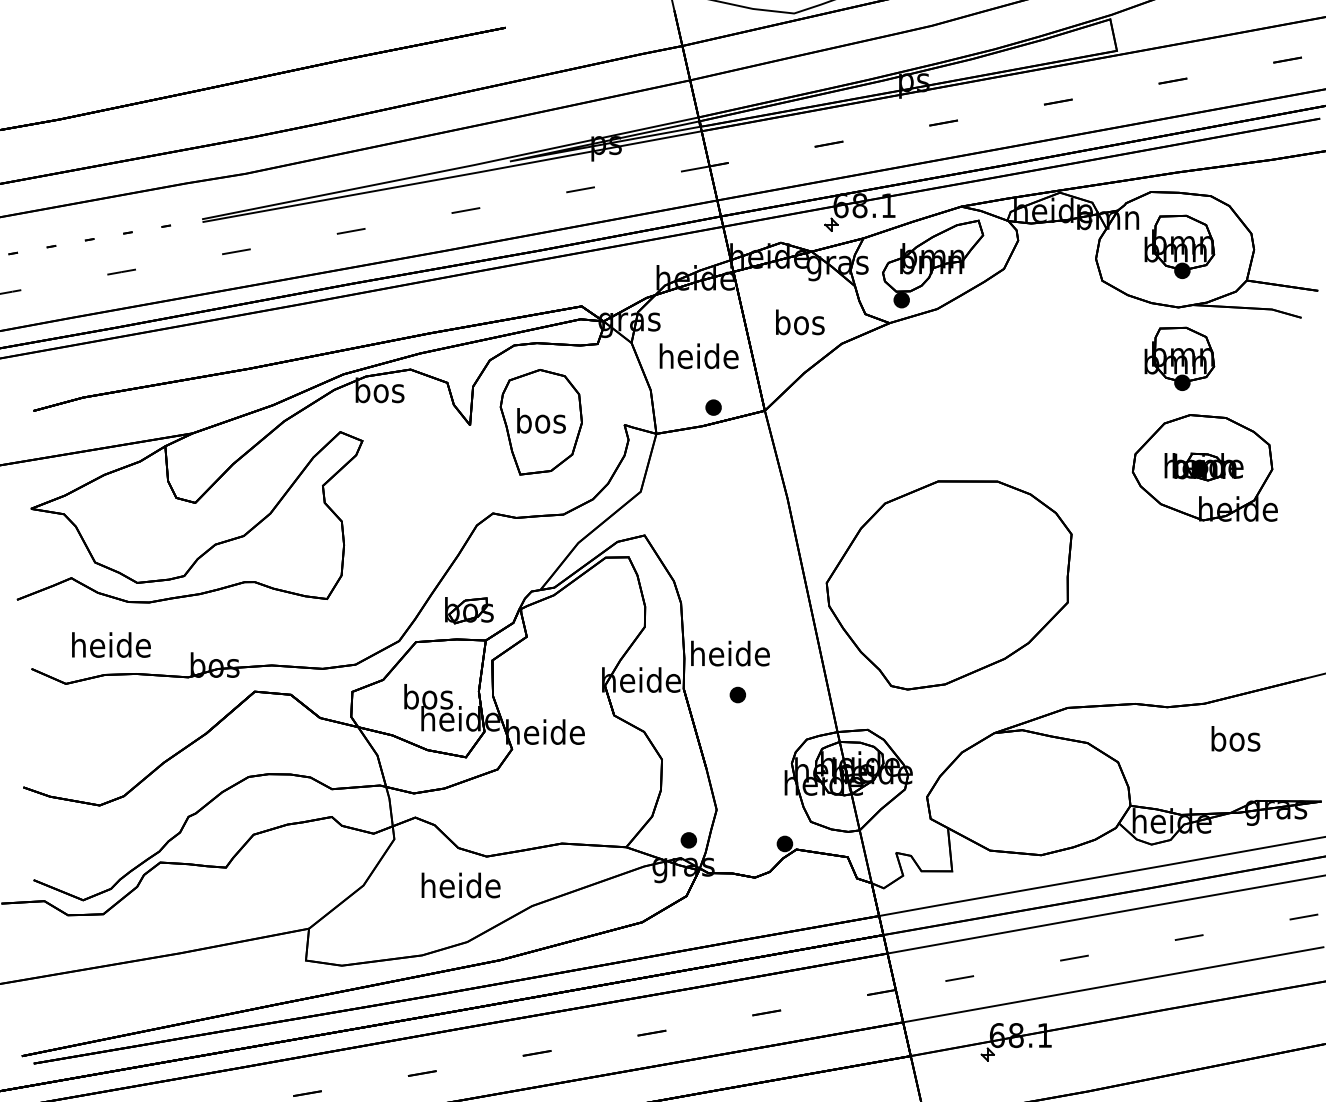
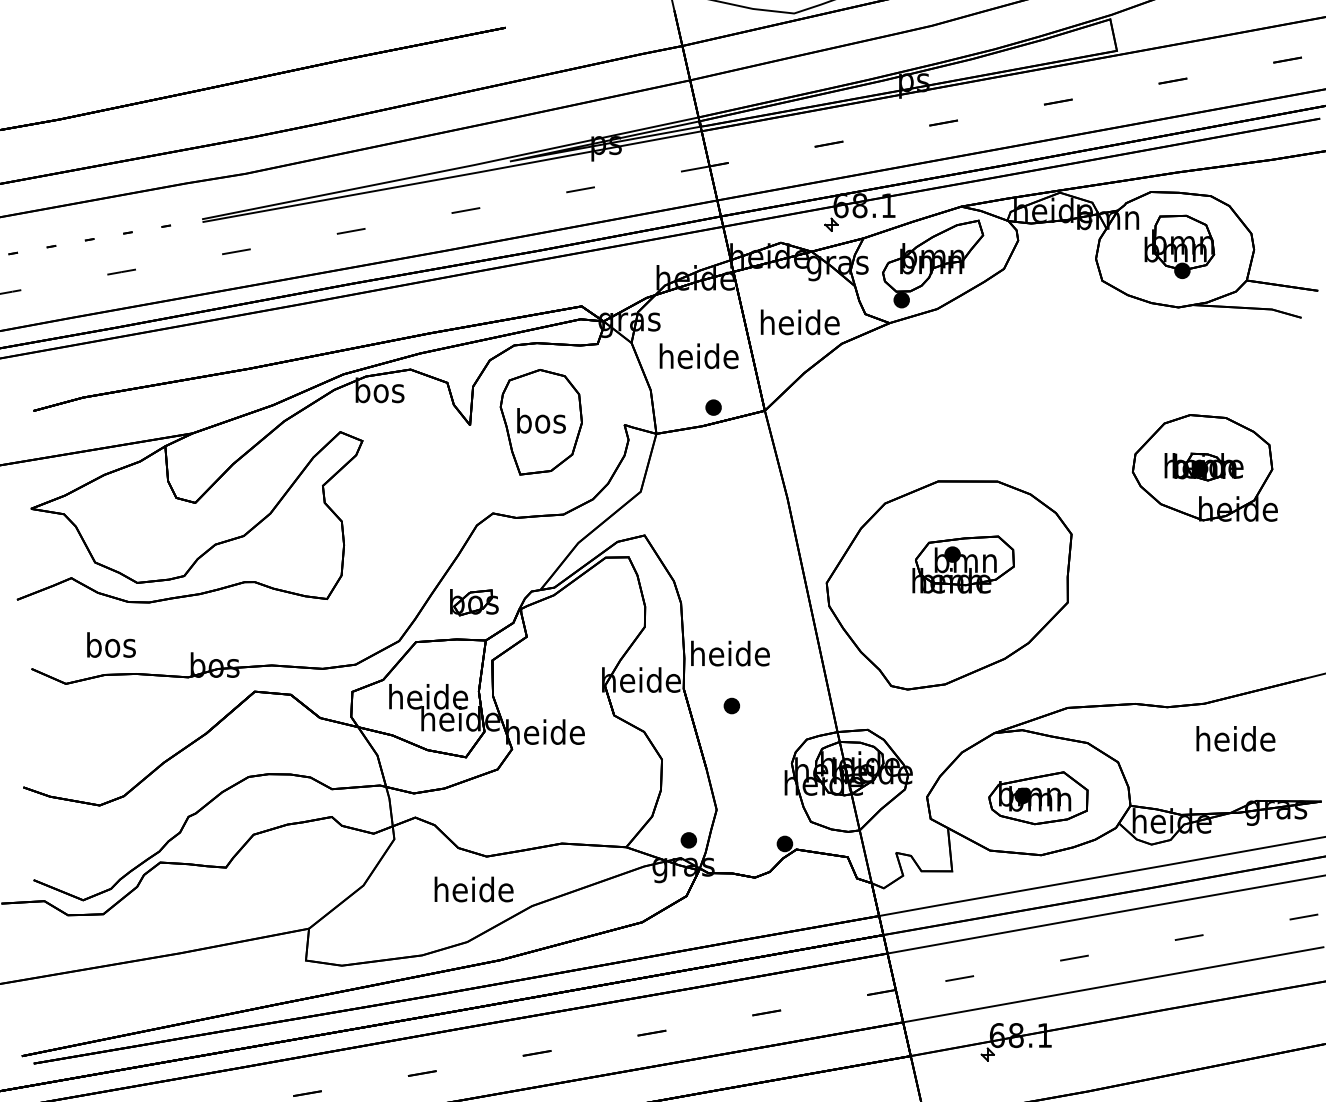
text at (799, 322): bos -> heide
part at (1179, 358): present -> none
part at (963, 564): none -> present
part at (469, 610) position: (469, 610) -> (474, 602)
text at (111, 644): heide -> bos
part at (737, 694) position: (737, 694) -> (731, 705)
text at (428, 696): bos -> heide
text at (1235, 738): bos -> heide
part at (1038, 798): none -> present
text at (460, 885) position: (460, 885) -> (473, 889)
